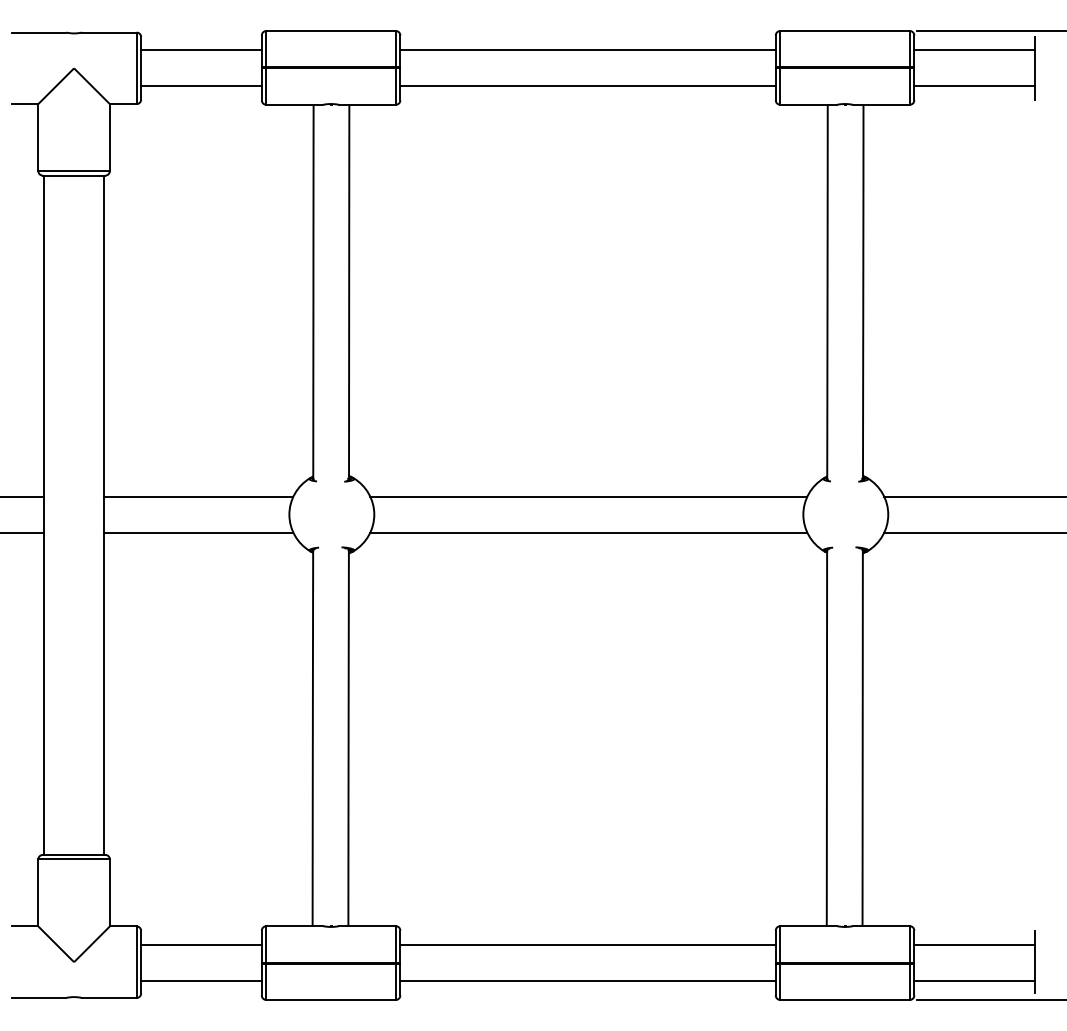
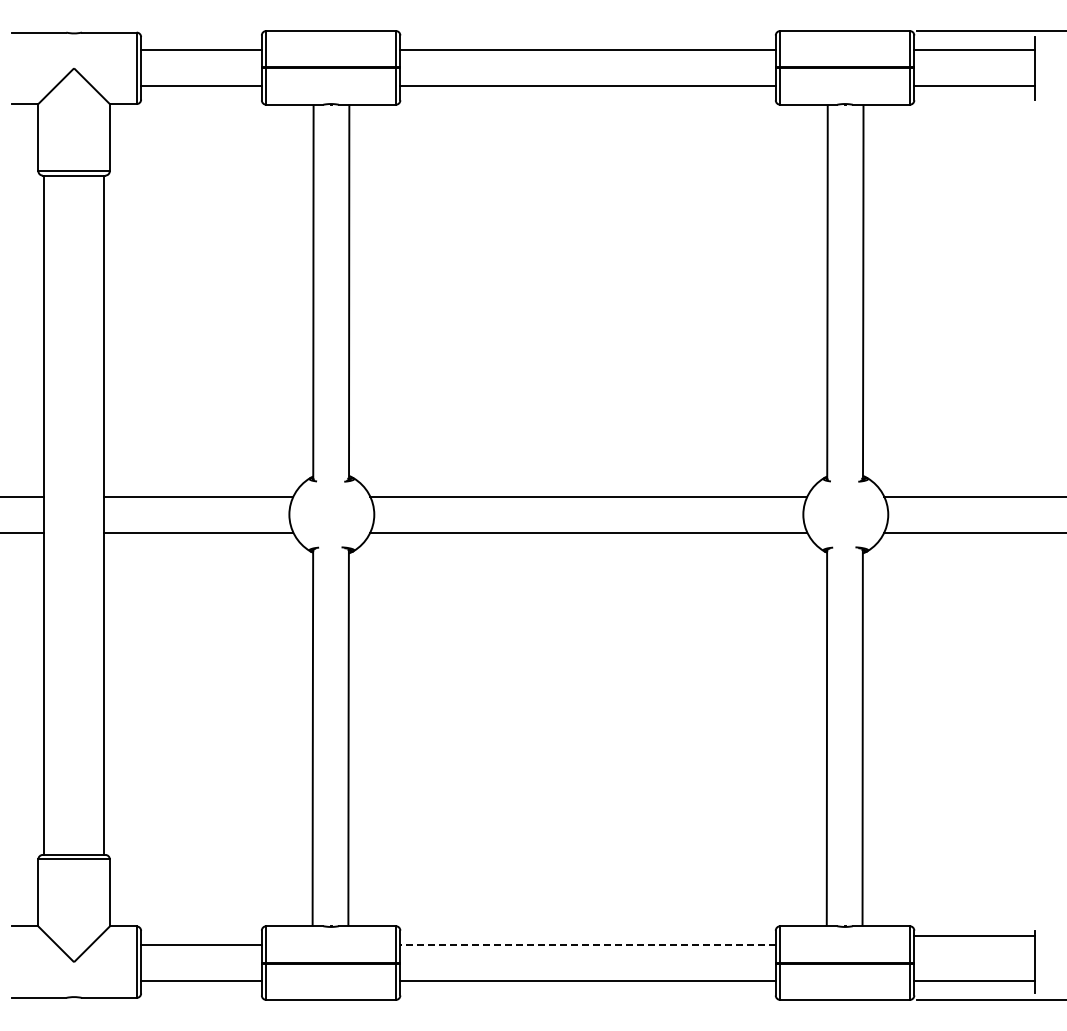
line at (588, 944): solid -> dashed
line at (974, 944) position: (974, 944) -> (974, 935)
